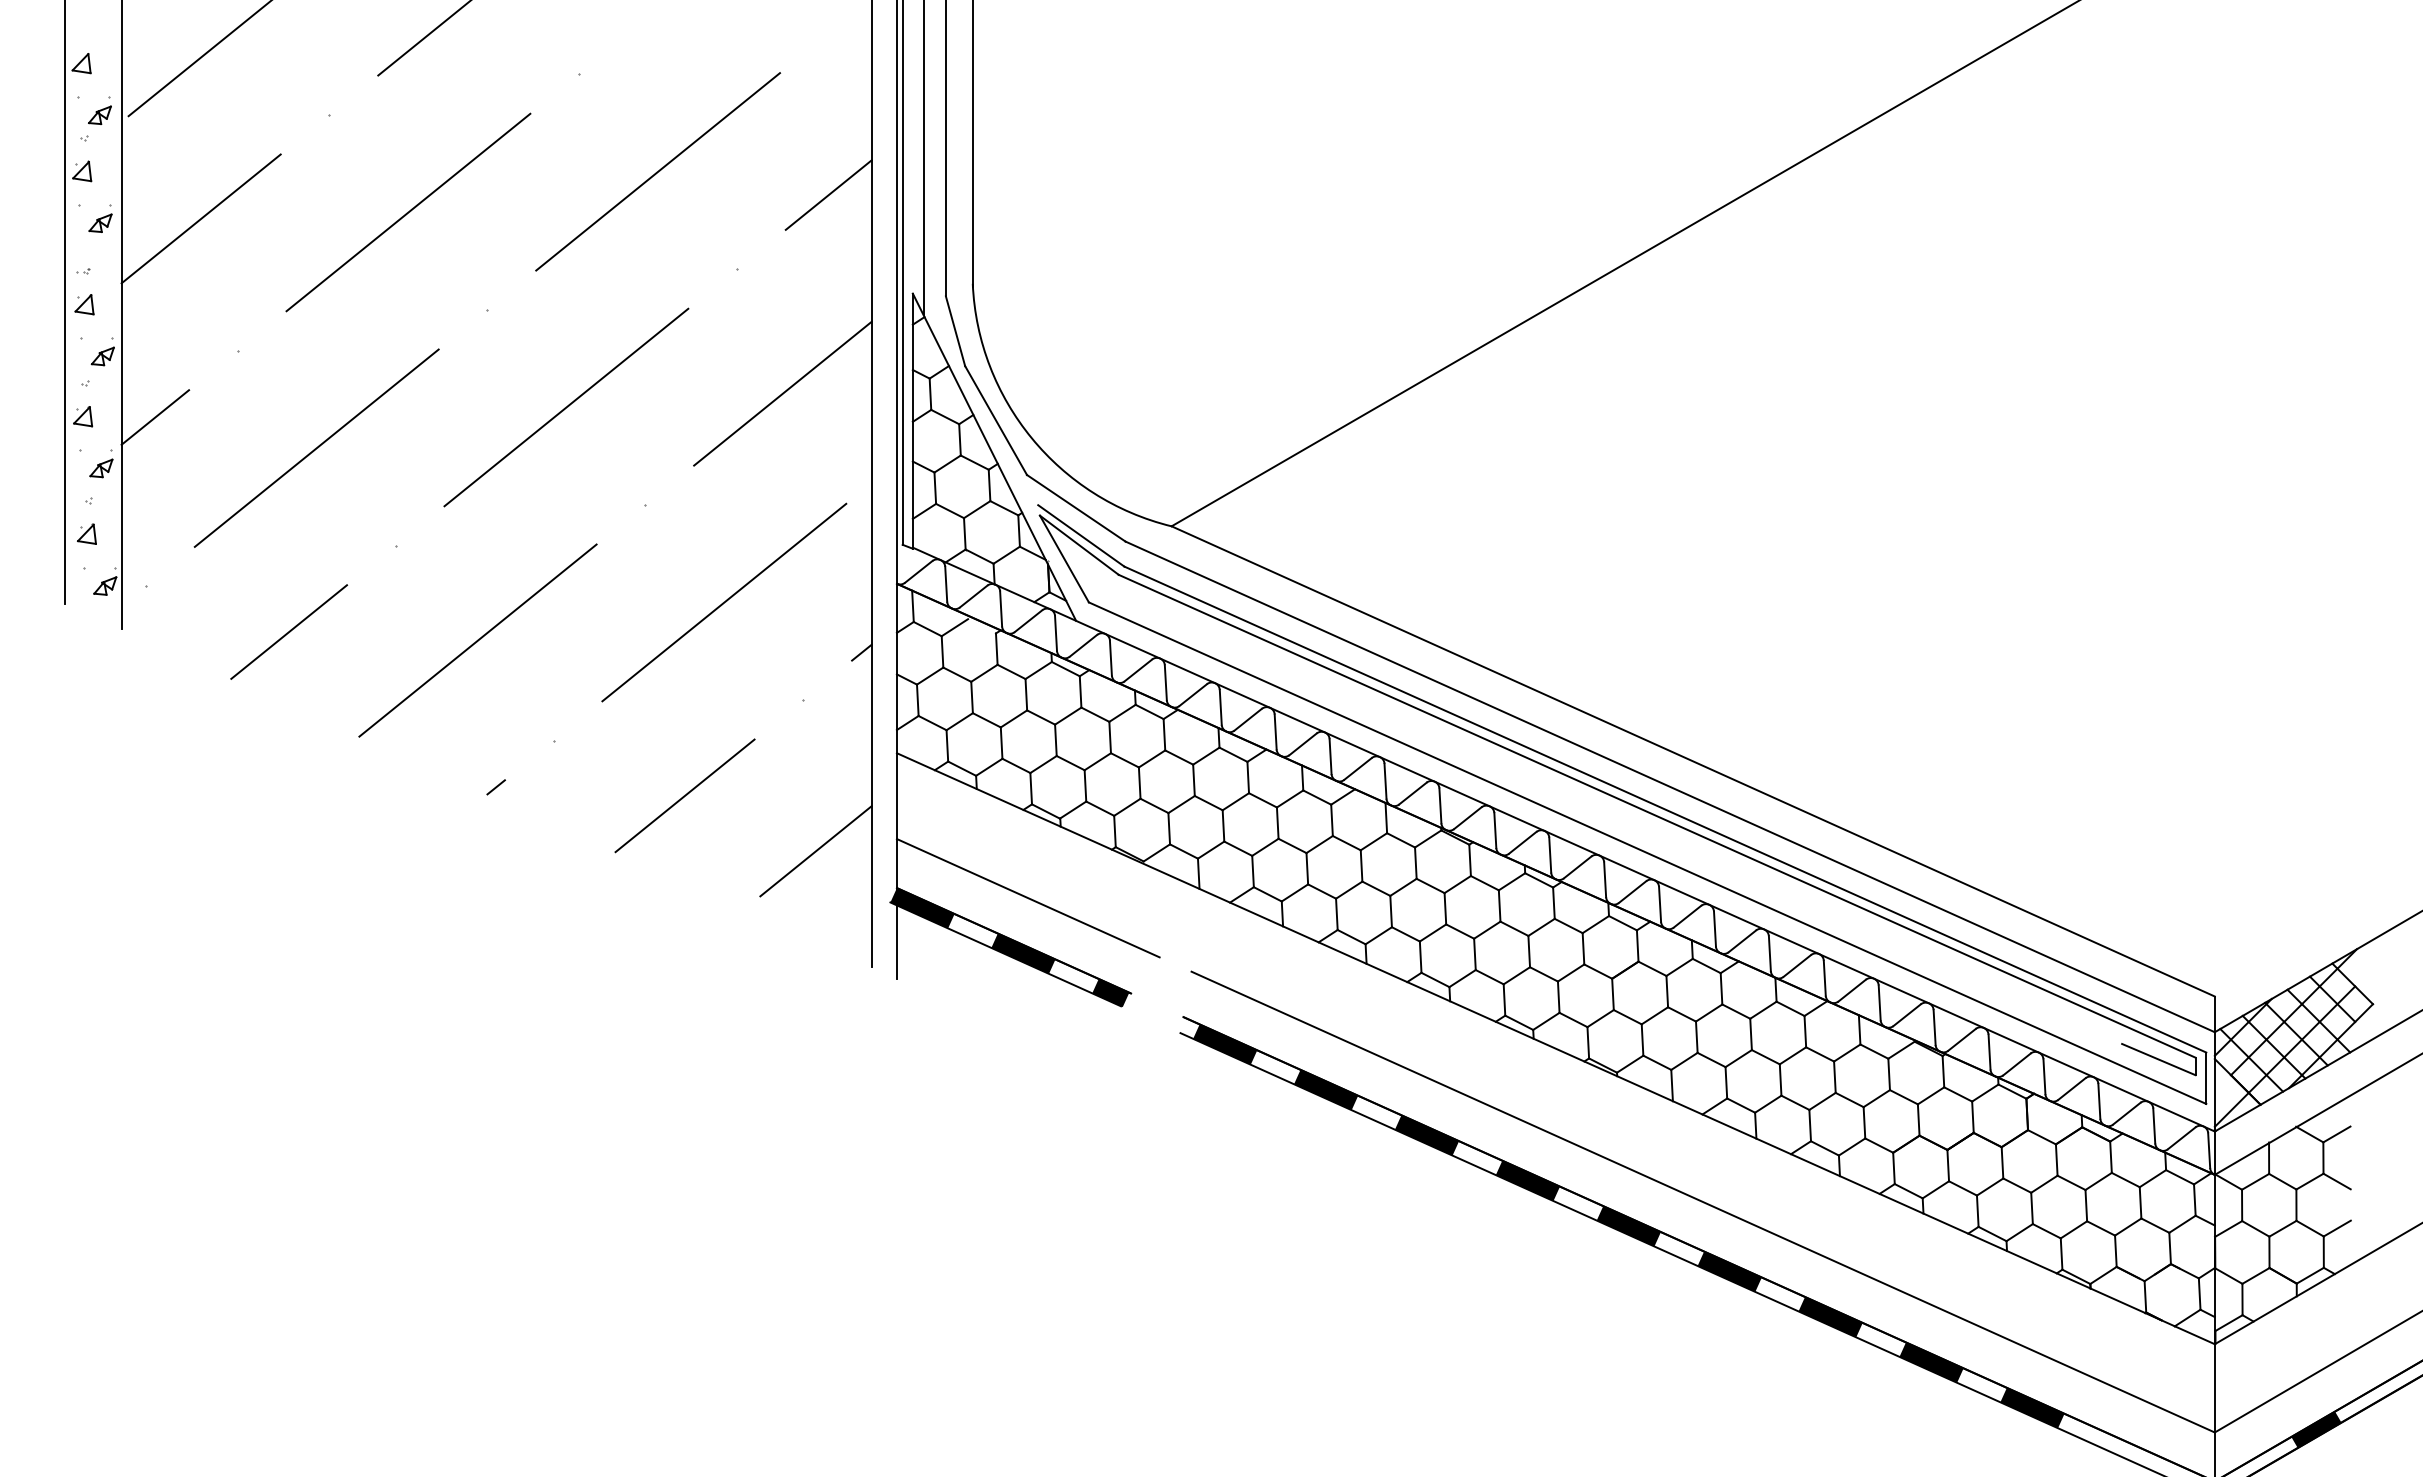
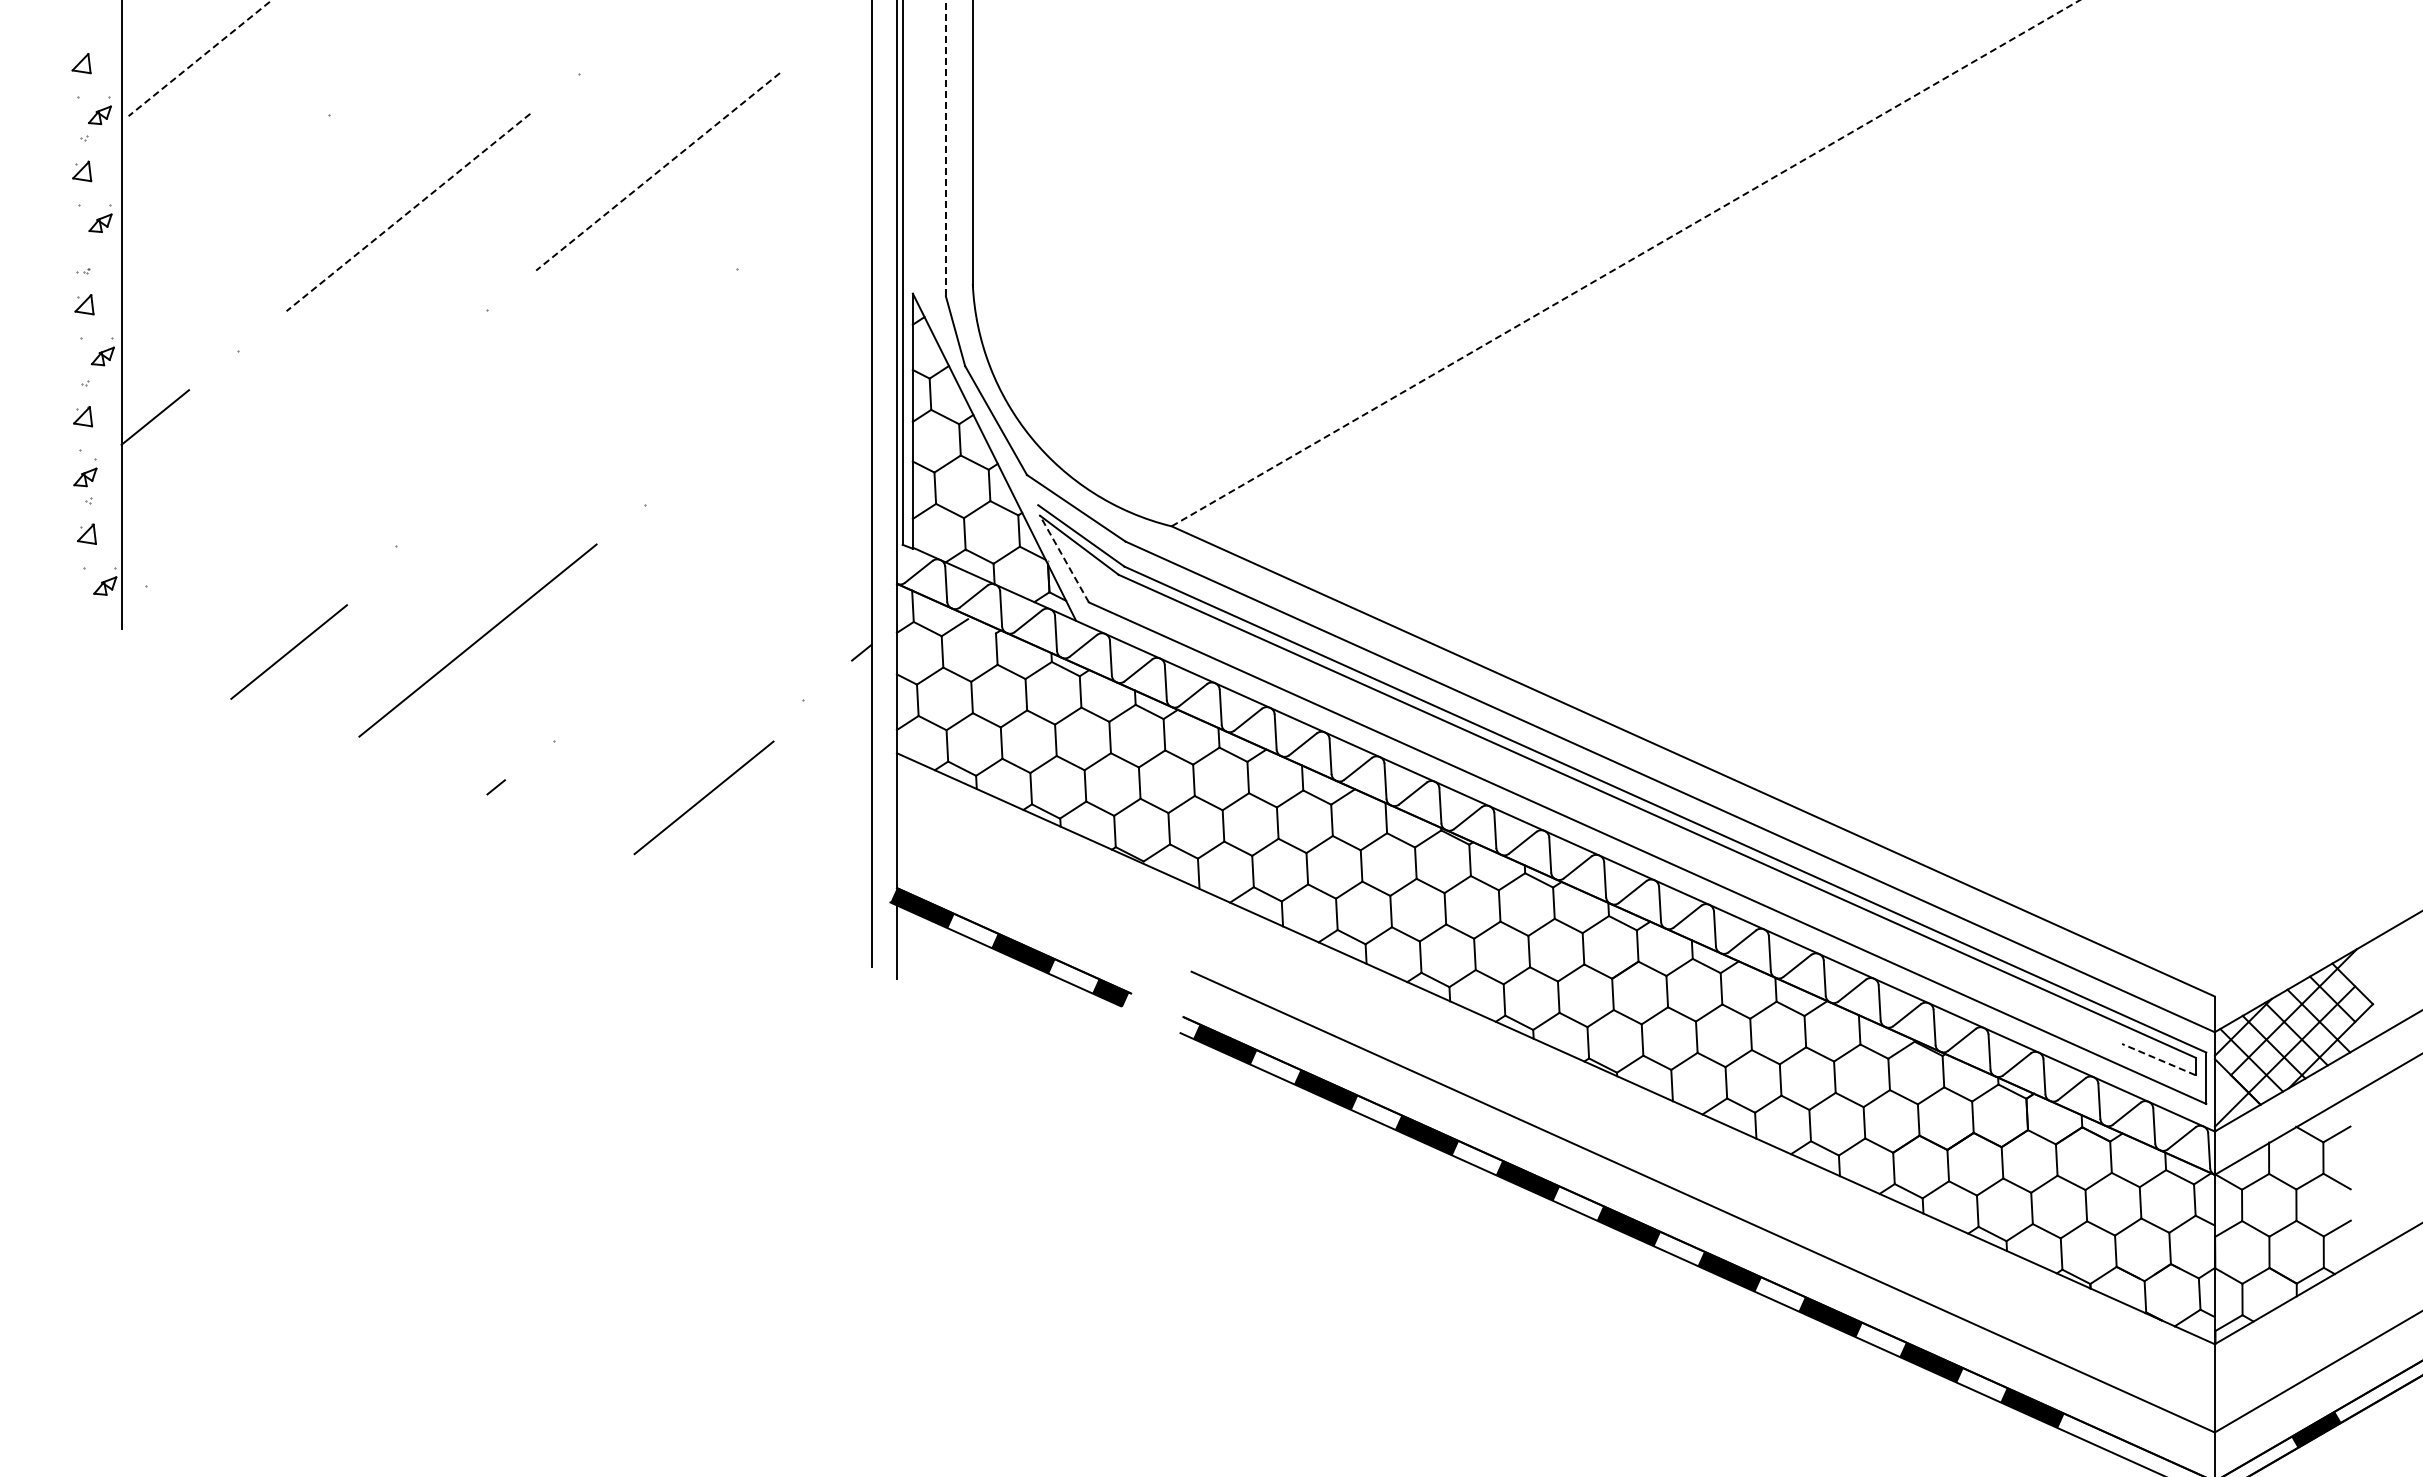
line at (423, 38): present -> none
line at (200, 58): solid -> dashed
line at (945, 148): solid -> dashed
line at (924, 158): present -> none
line at (658, 171): solid -> dashed
line at (828, 194): present -> none
line at (408, 212): solid -> dashed
line at (200, 218): present -> none
line at (1625, 263): solid -> dashed
line at (64, 302): present -> none
line at (782, 393): present -> none
line at (566, 407): present -> none
line at (316, 447): present -> none
part at (101, 463) position: (101, 463) -> (85, 472)
line at (1064, 559): solid -> dashed
line at (724, 602): present -> none
line at (289, 631) position: (289, 631) -> (289, 651)
line at (684, 795) position: (684, 795) -> (703, 797)
line at (815, 851): present -> none
line at (1027, 898): present -> none
line at (2158, 1059): solid -> dashed
